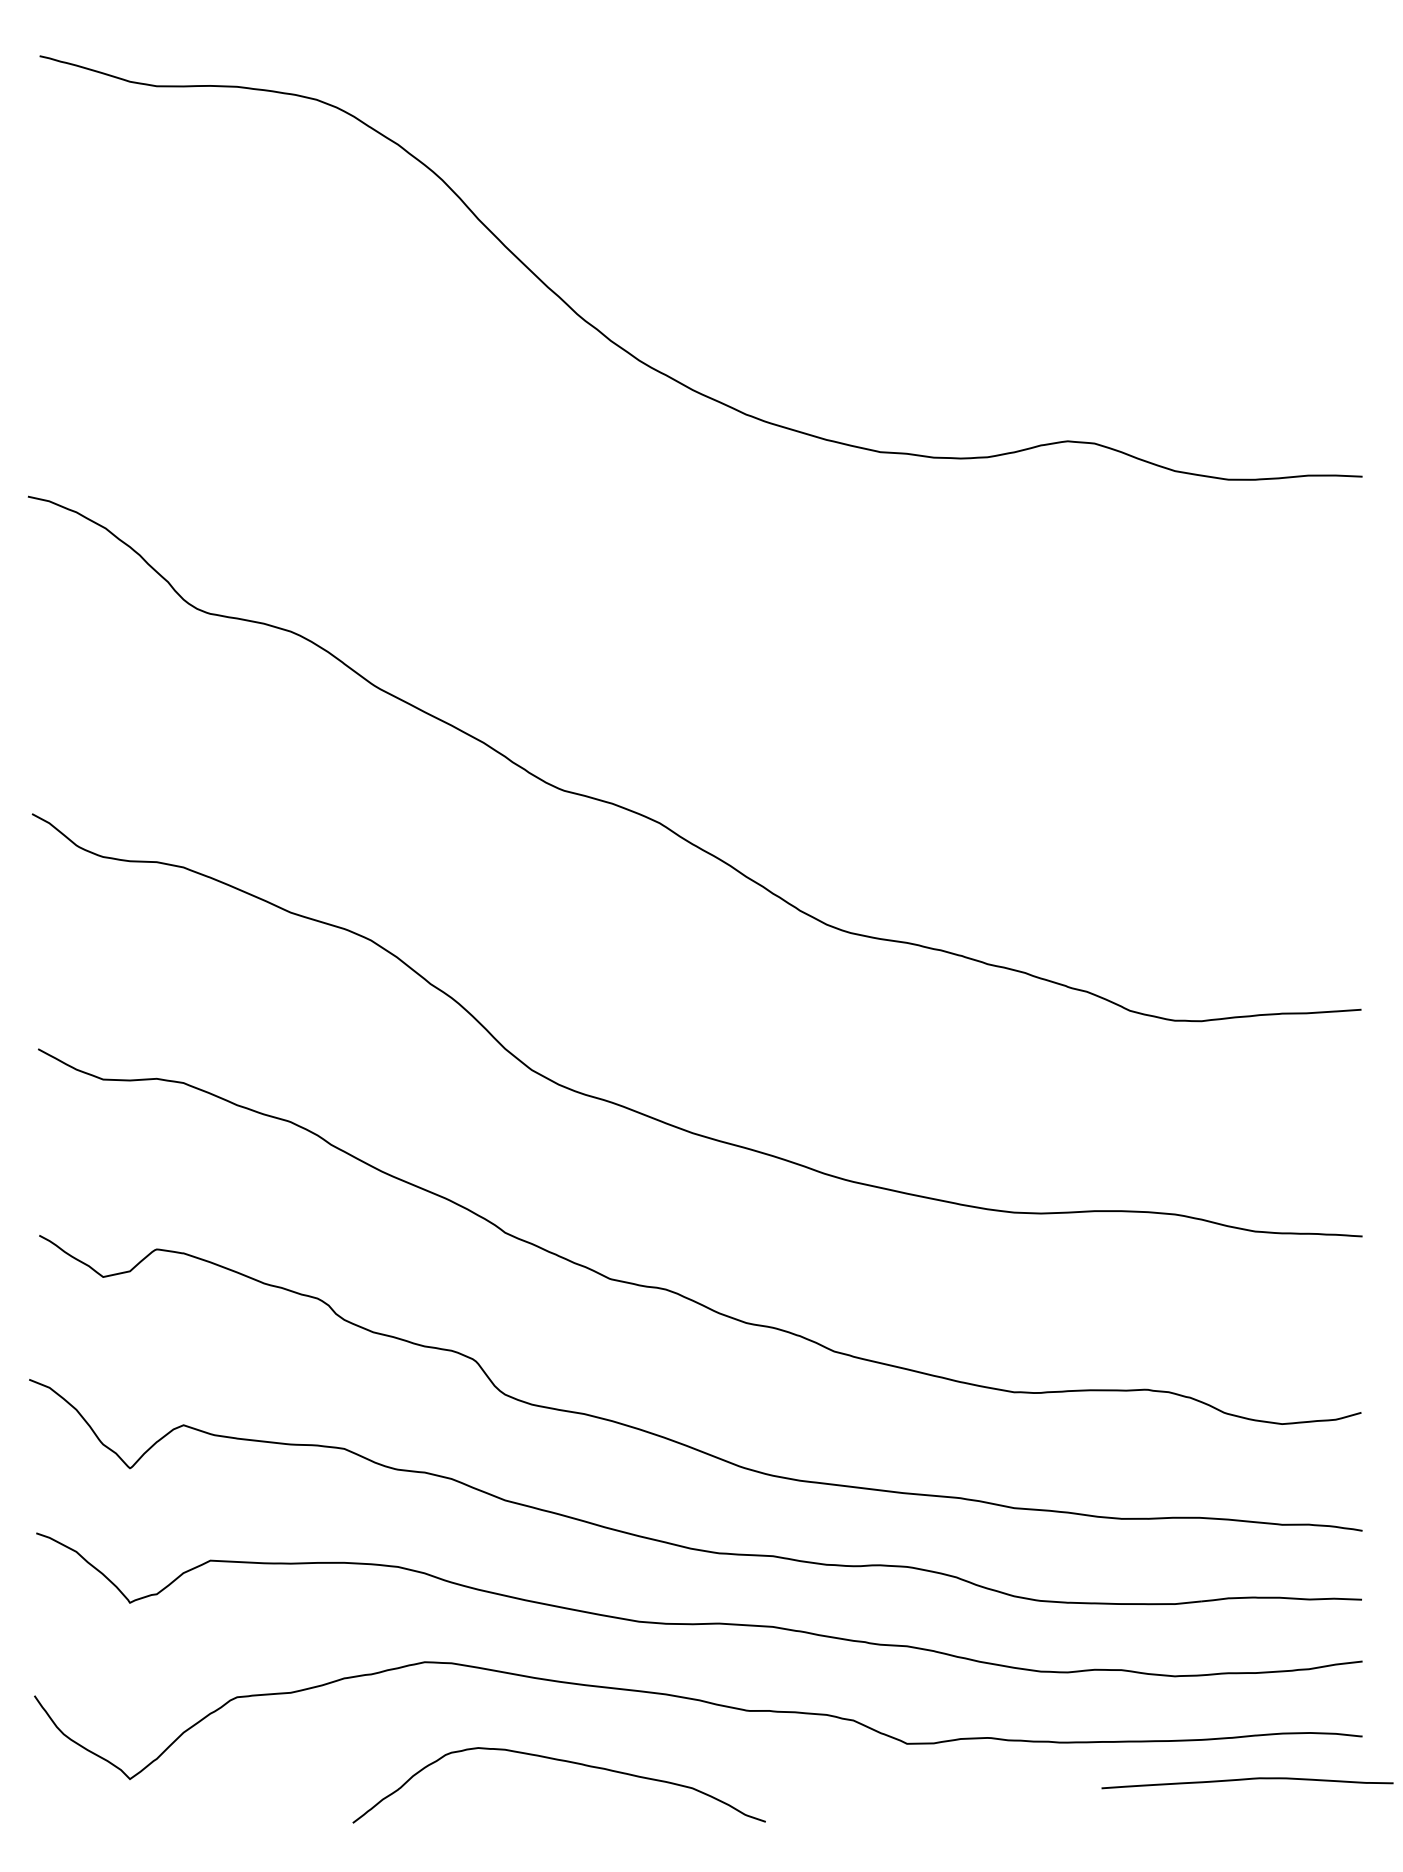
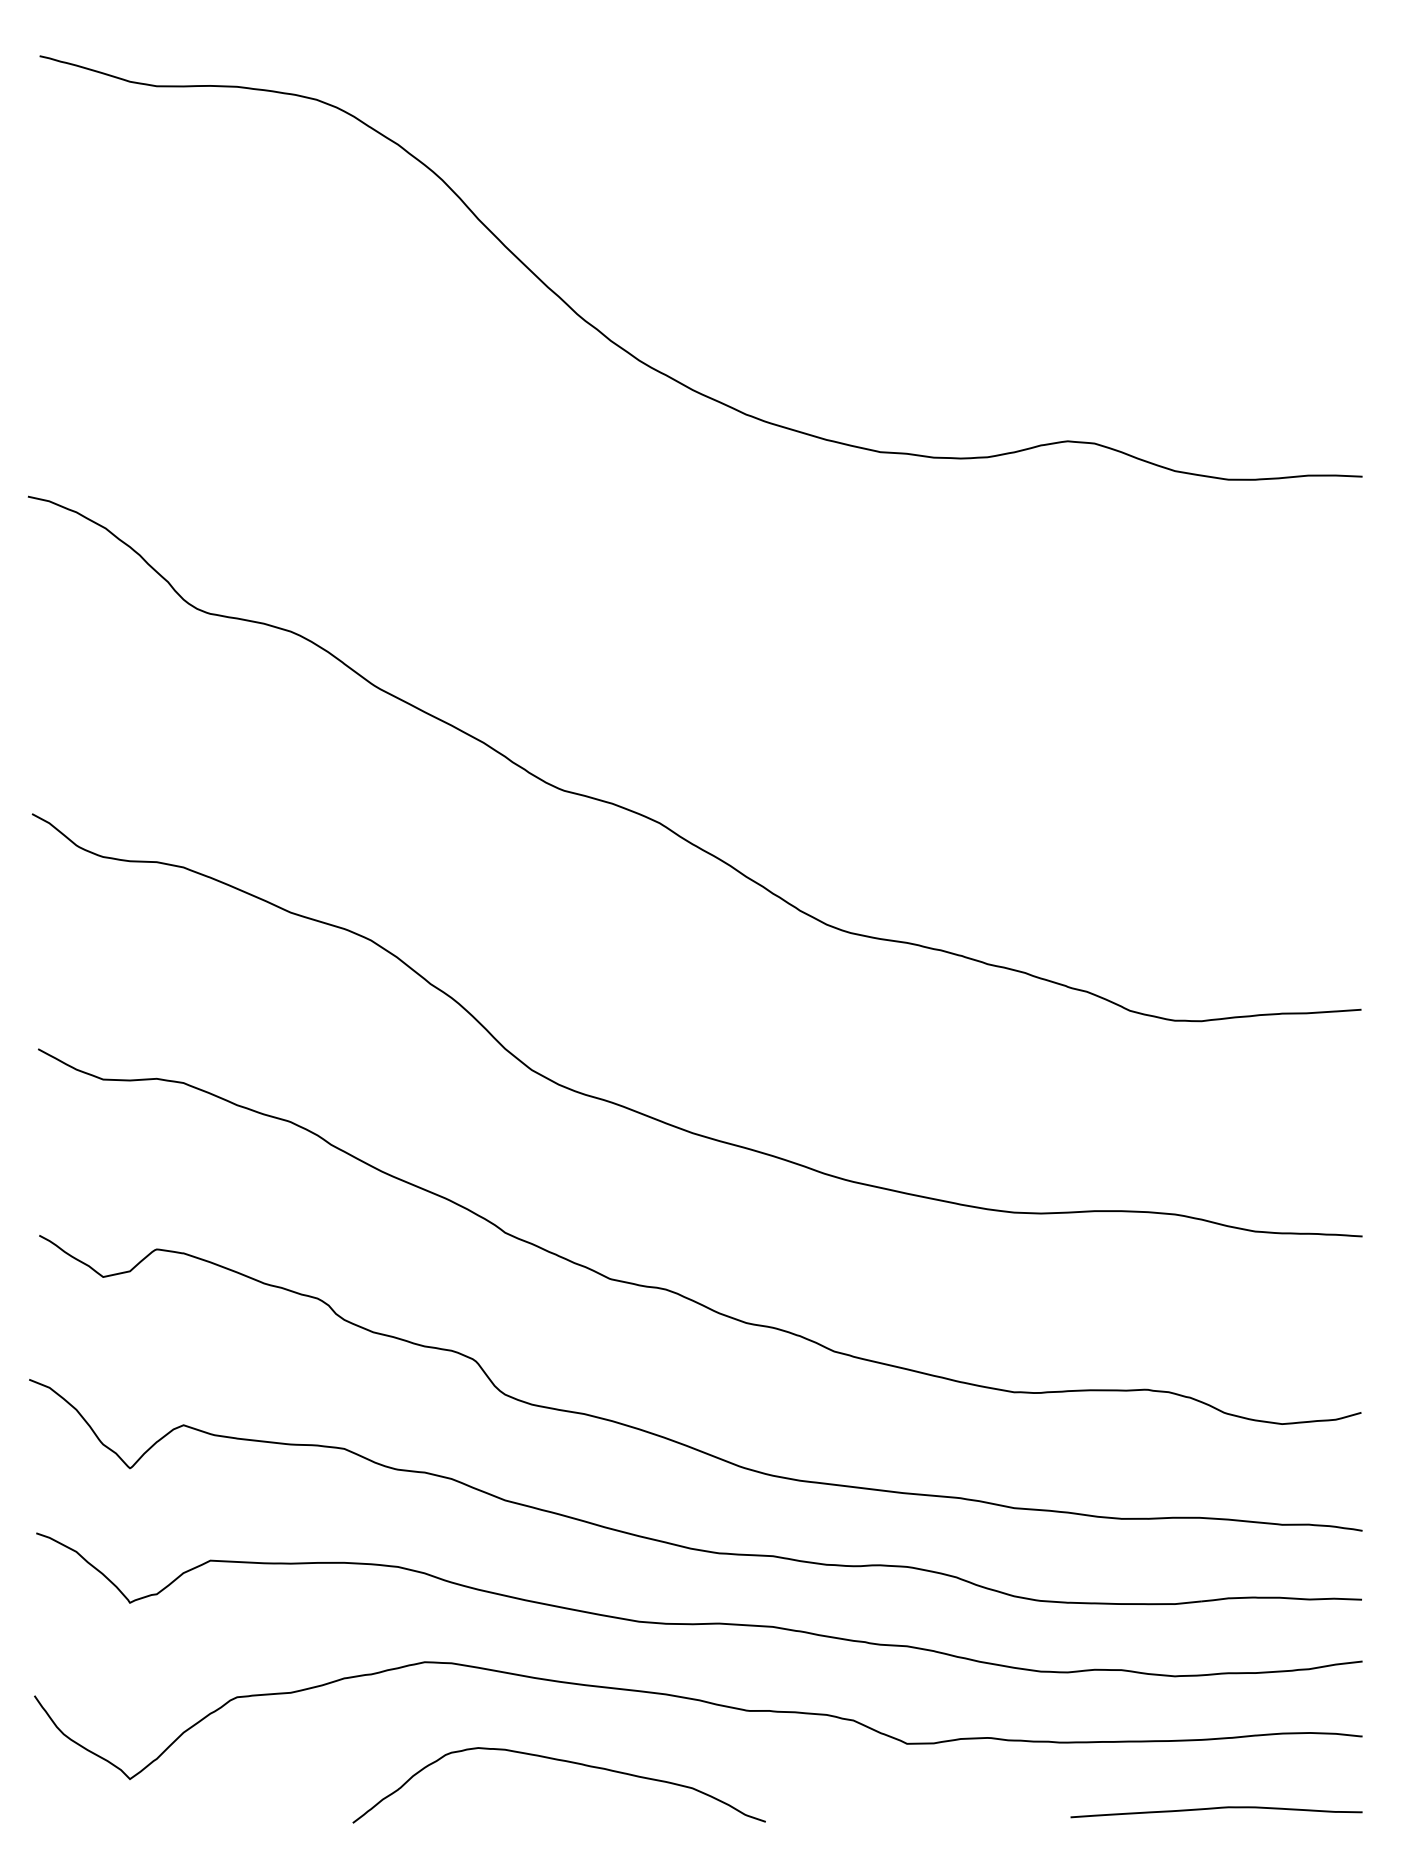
curve at (1246, 1780) position: (1246, 1780) -> (1215, 1809)
